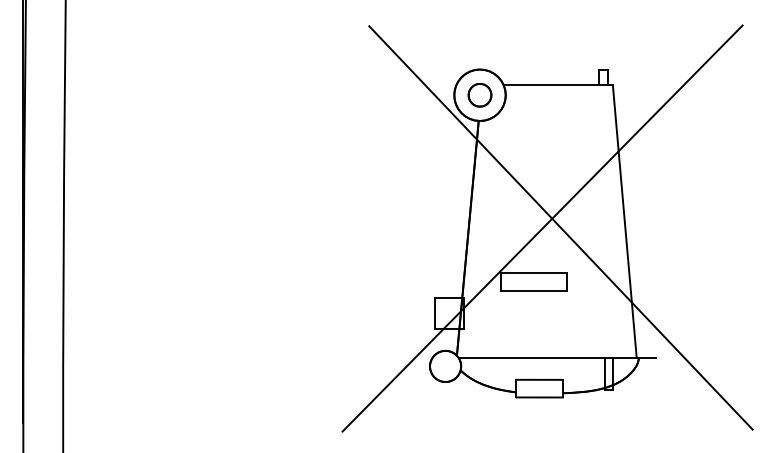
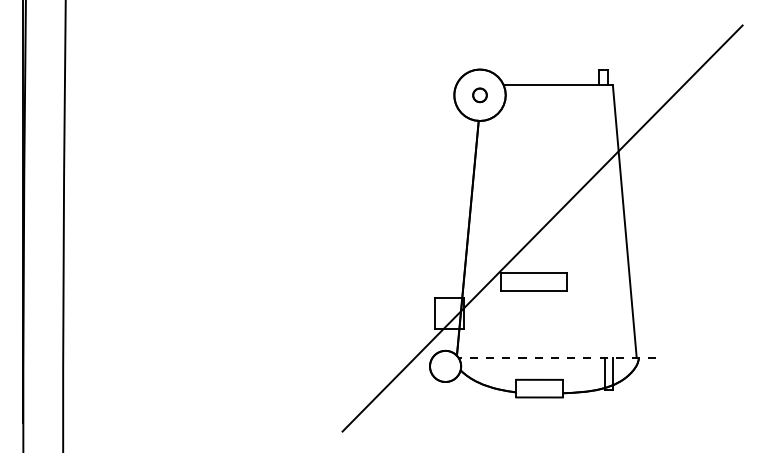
part at (479, 95) size: 26x25 px -> 16x17 px
line at (560, 227): present -> none
line at (557, 357): solid -> dashed
